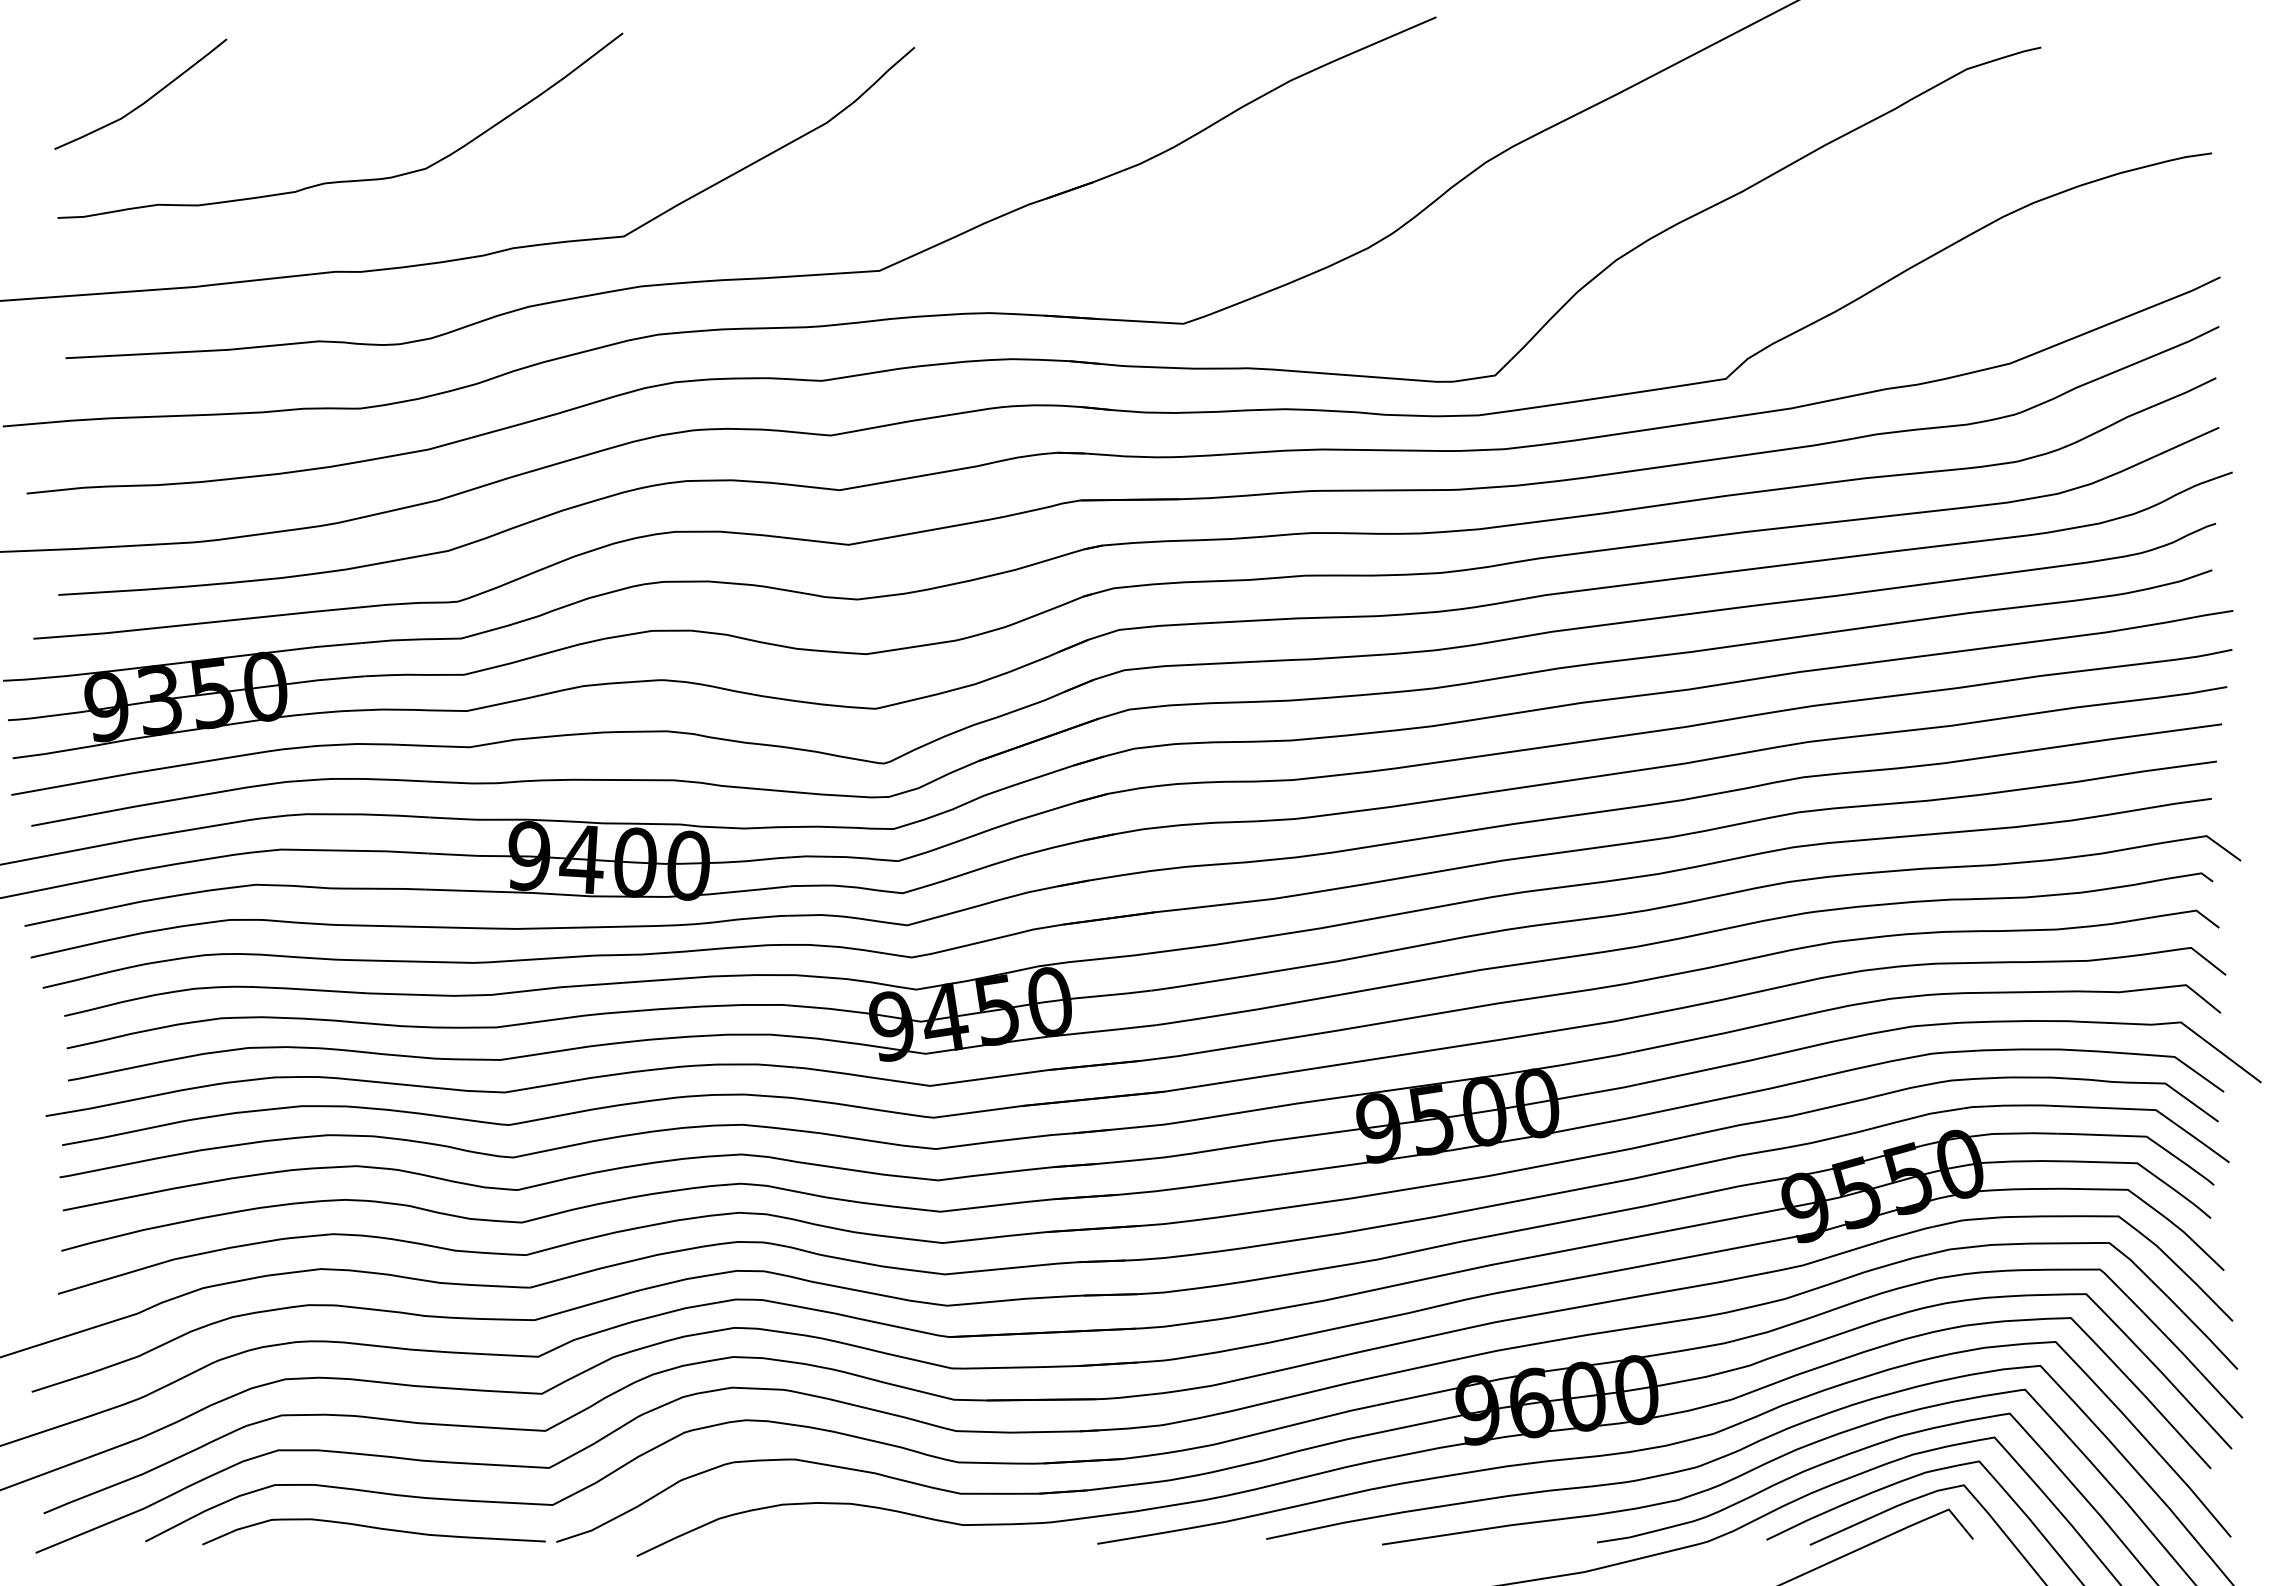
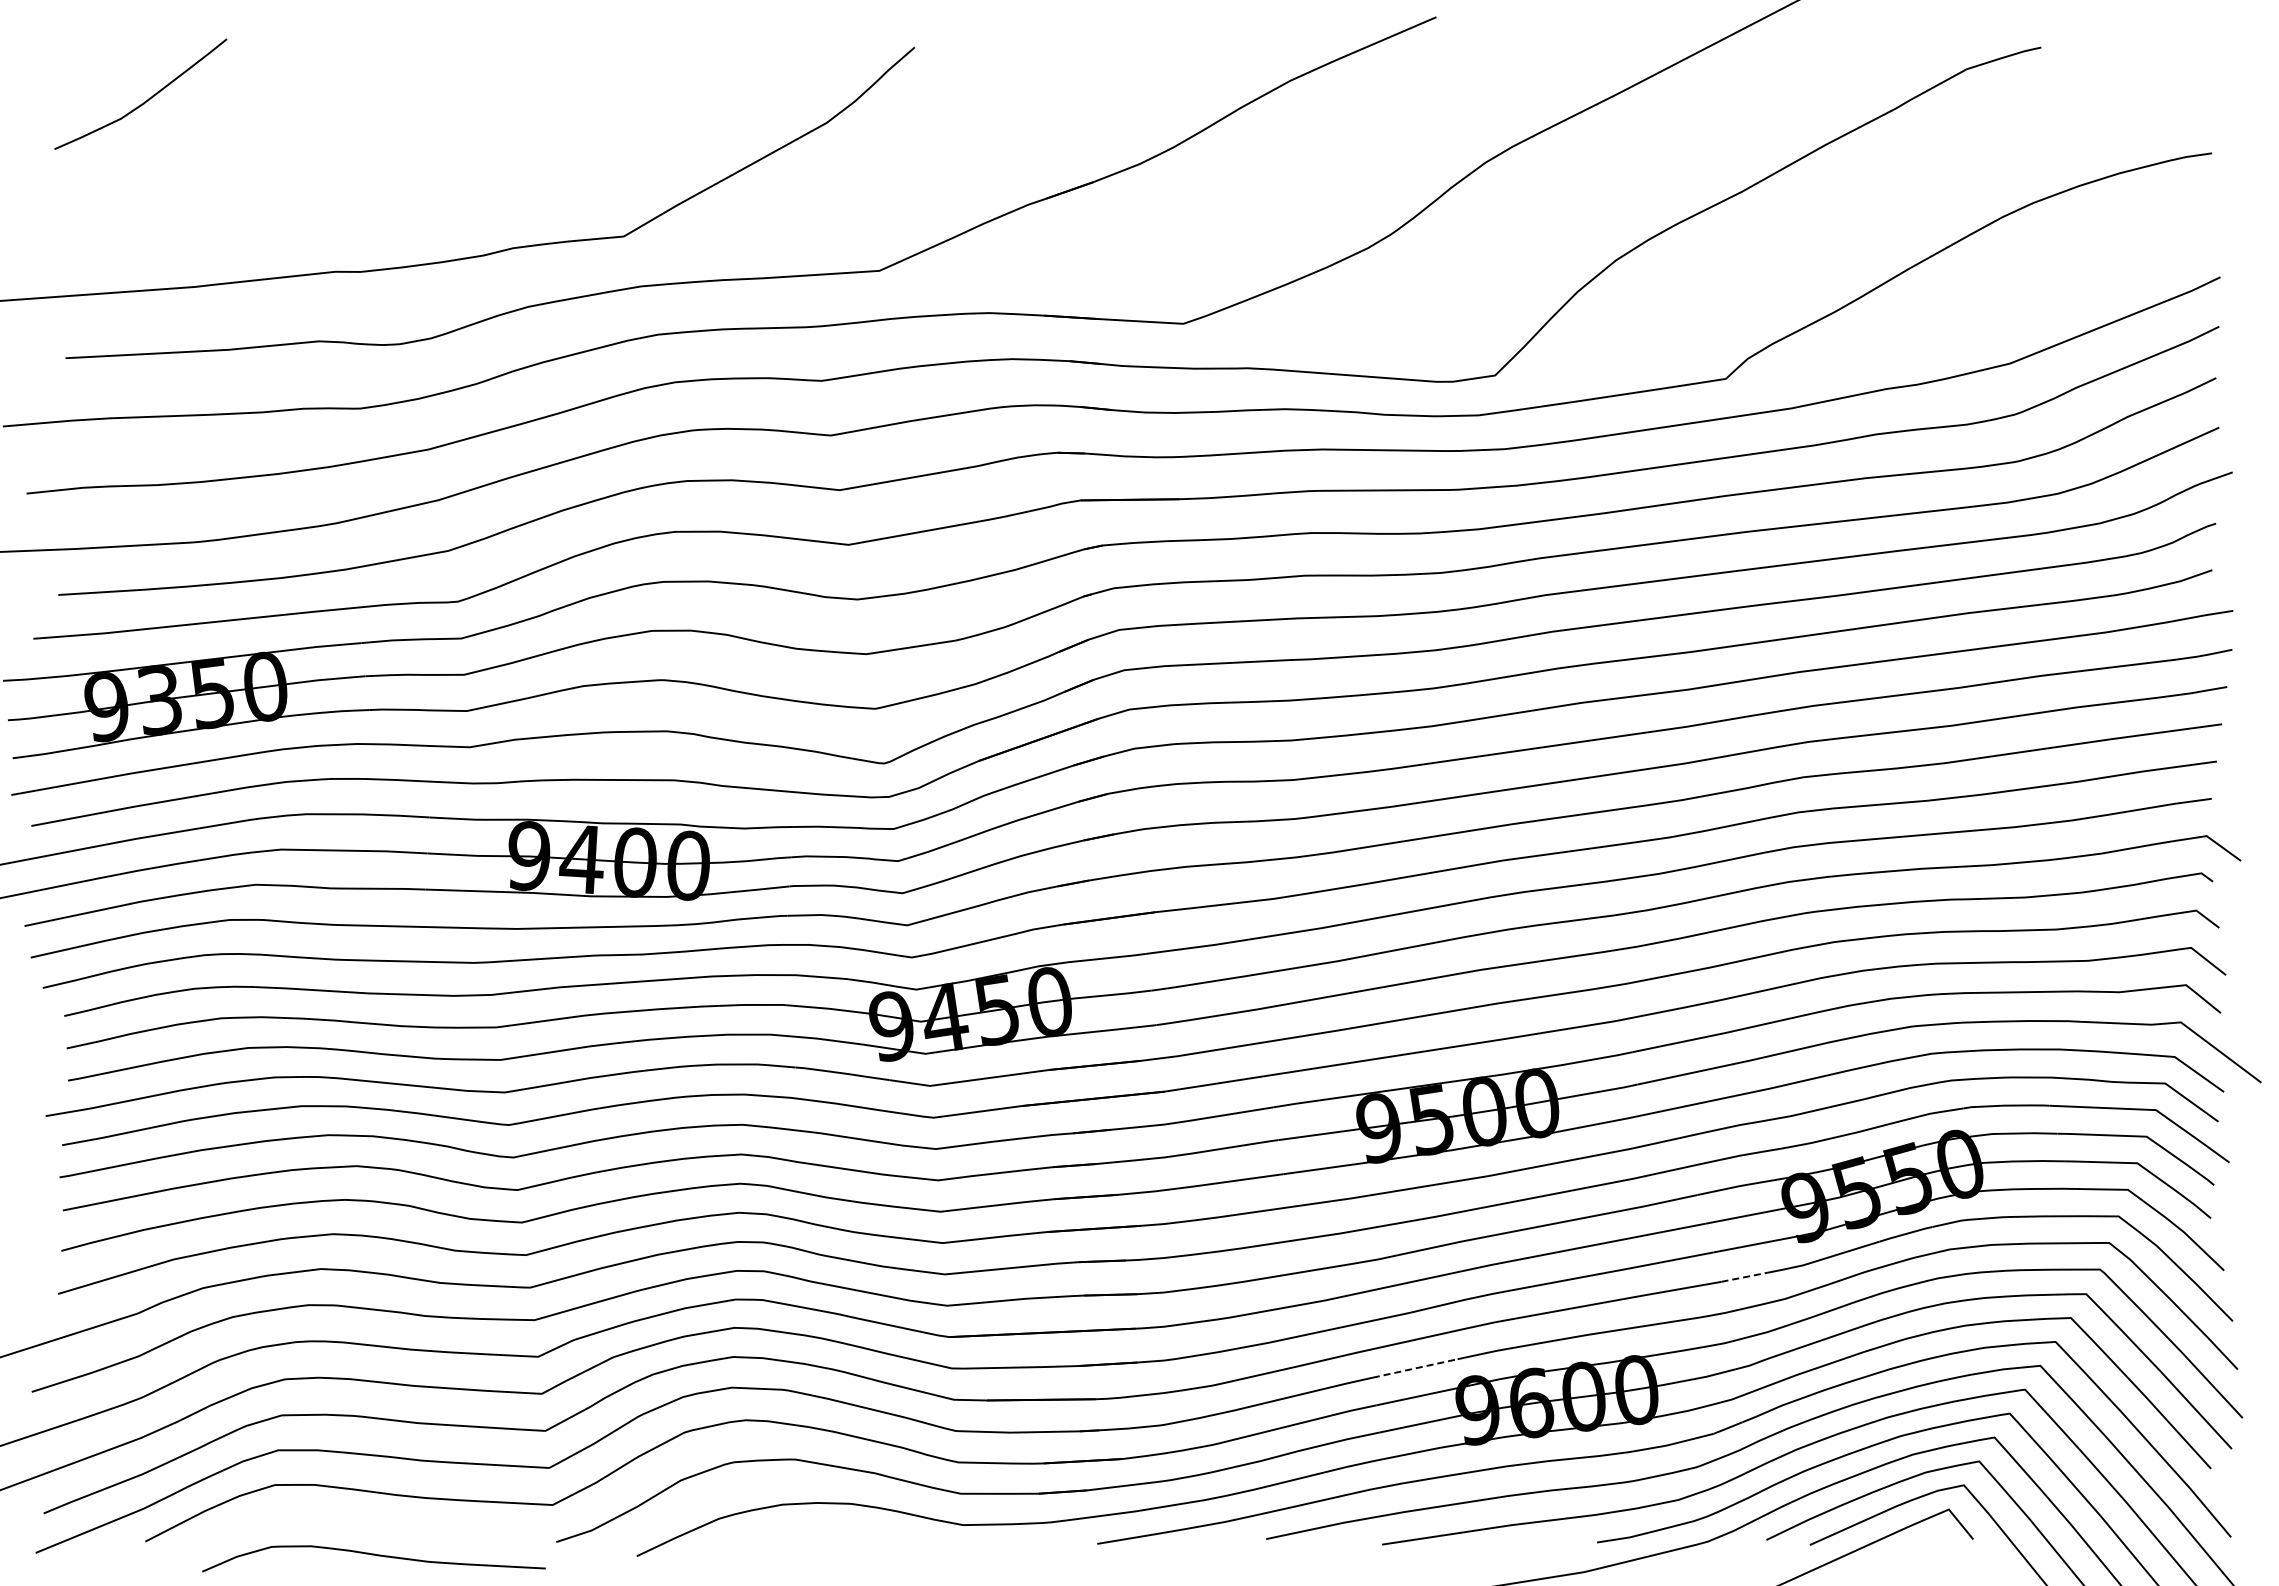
curve at (341, 180): present -> none
line at (1744, 1277): solid -> dashed
line at (1415, 1368): solid -> dashed
curve at (373, 1528) position: (373, 1528) -> (373, 1555)
